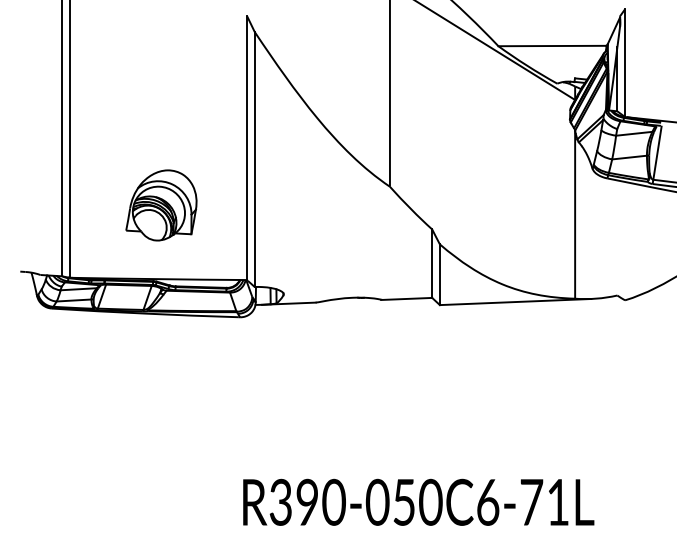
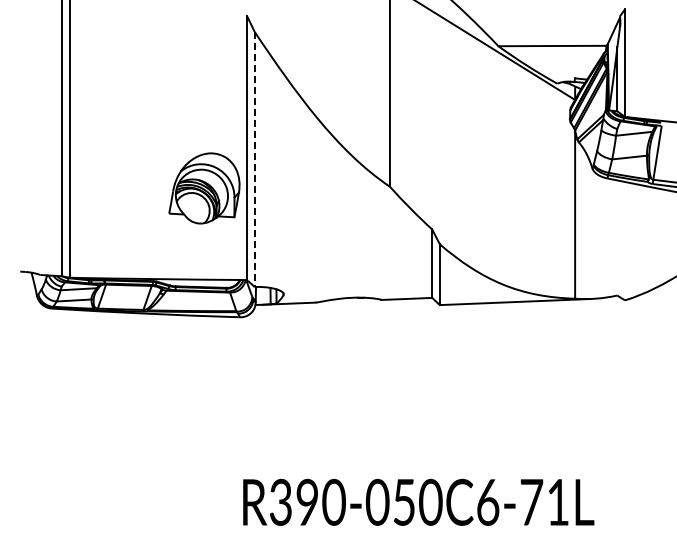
line at (254, 159): solid -> dashed
part at (161, 205) position: (161, 205) -> (204, 188)
